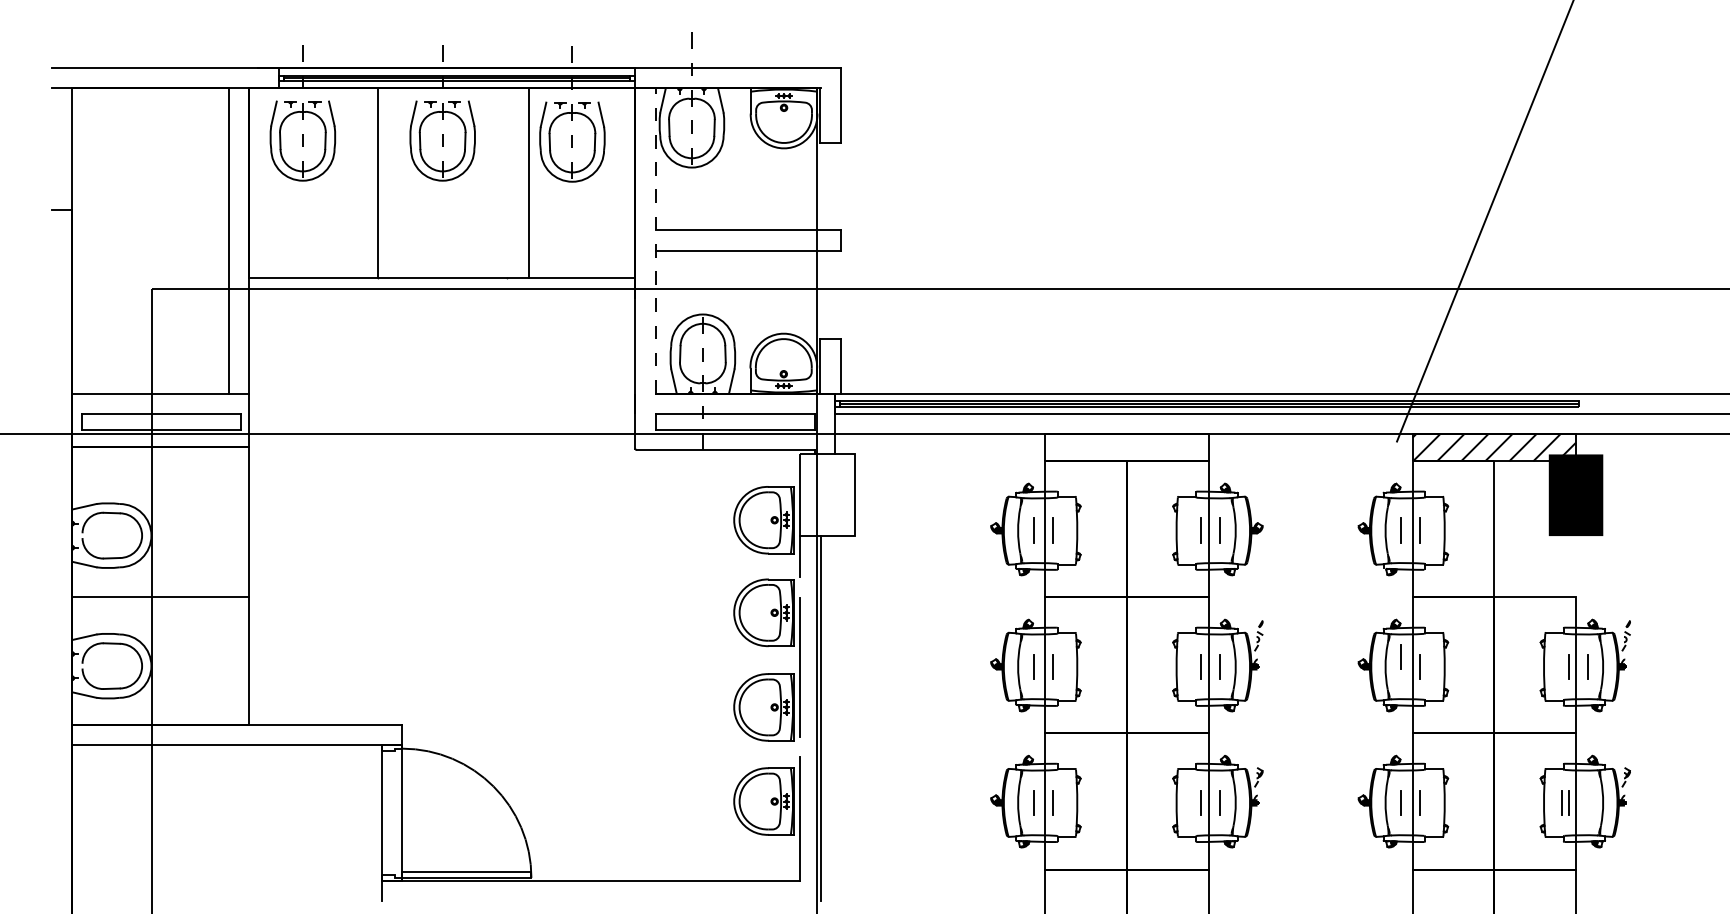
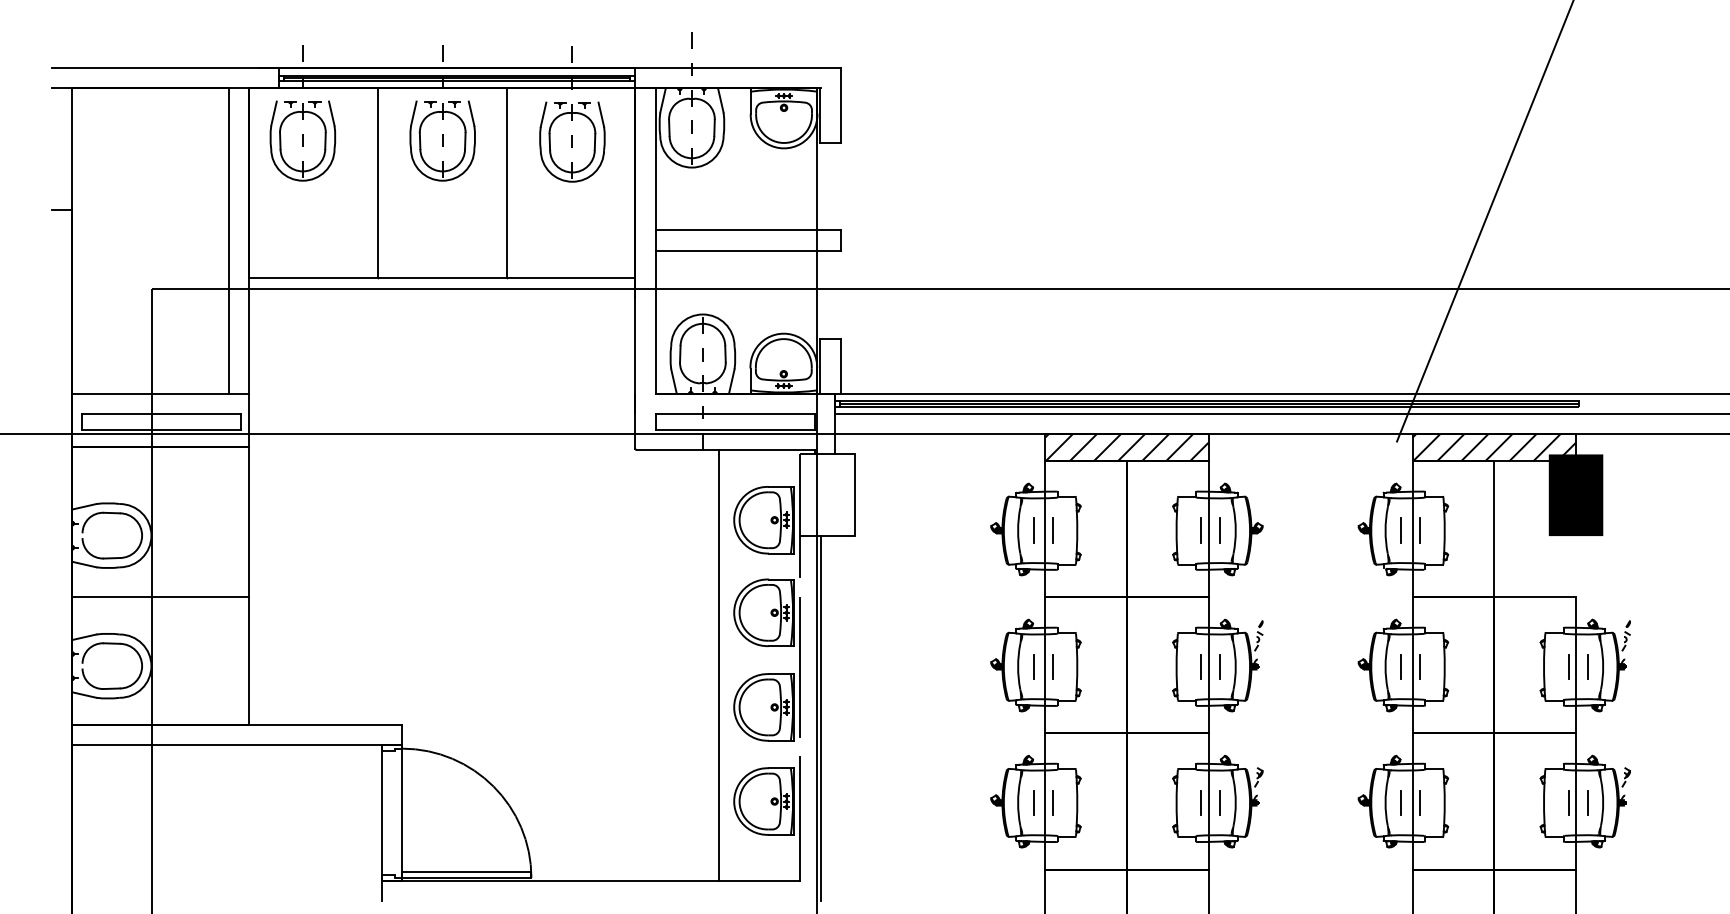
line at (528, 182) position: (528, 182) -> (506, 182)
line at (655, 241): dashed -> solid
hatch at (1126, 447): none -> present
line at (1400, 656) position: (1400, 656) -> (1400, 666)
line at (718, 665): none -> present
line at (1561, 802) position: (1561, 802) -> (1587, 802)
